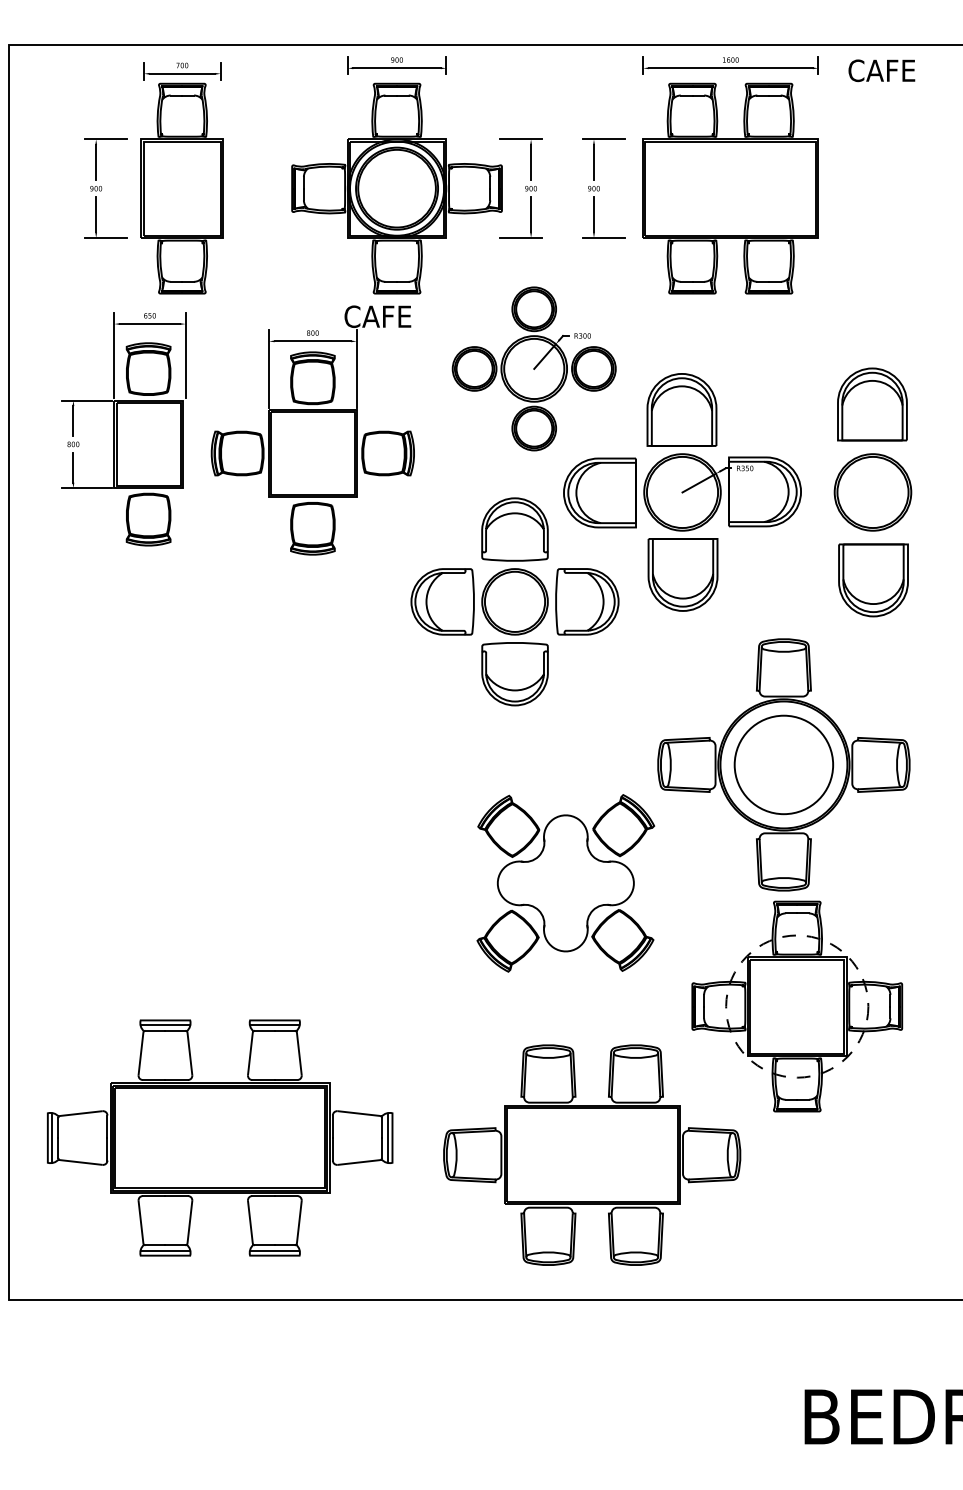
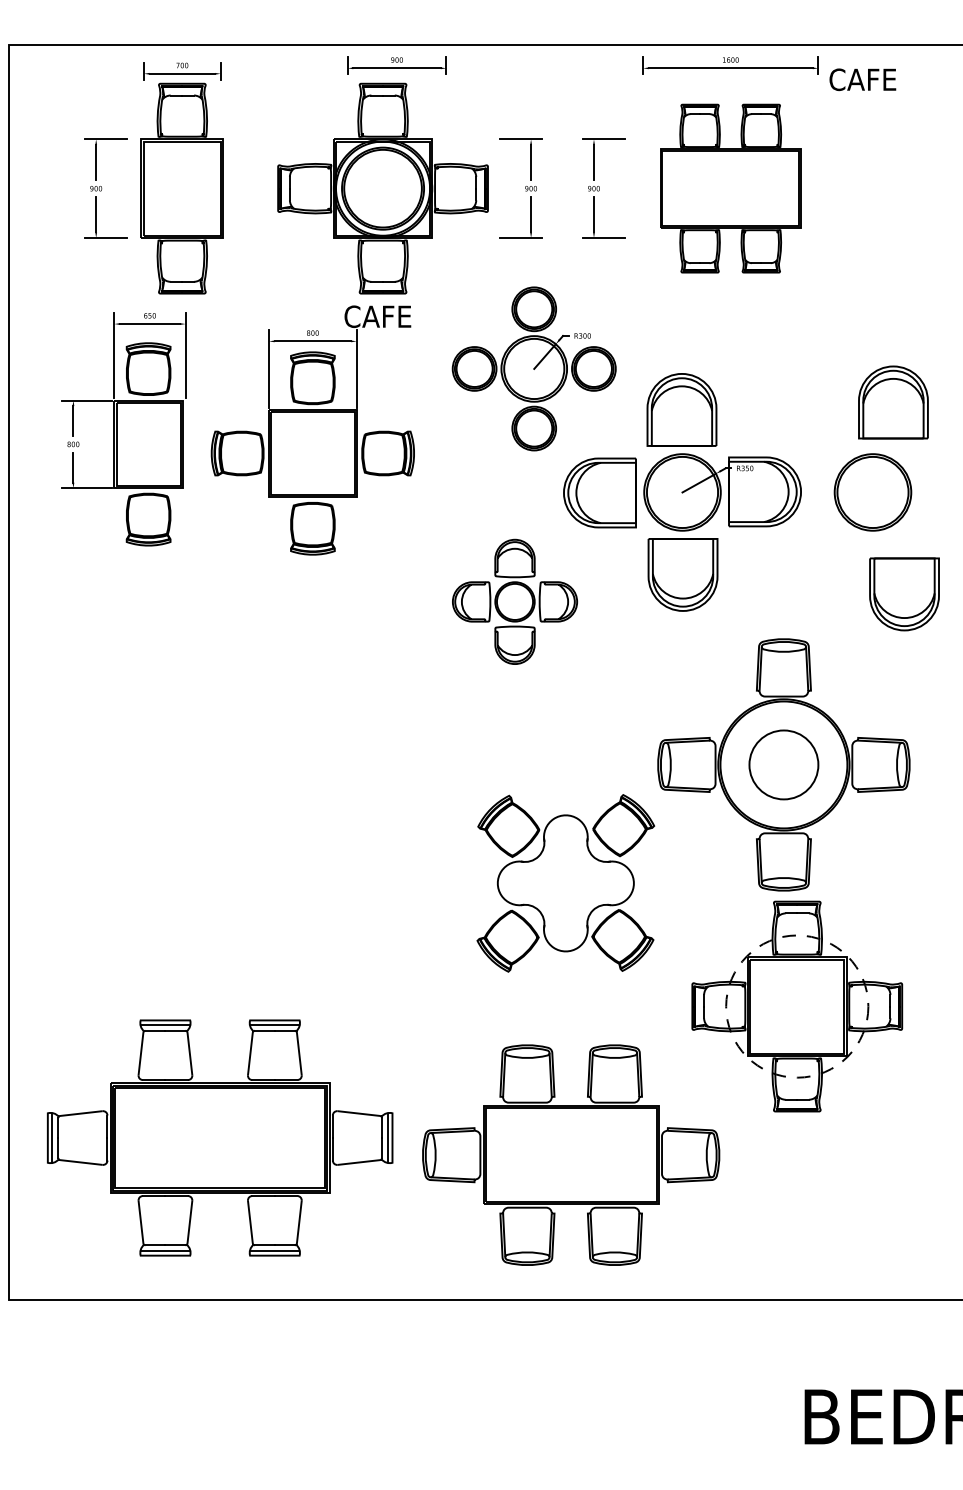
text at (881, 70) position: (881, 70) -> (862, 79)
part at (396, 188) position: (396, 188) -> (382, 188)
part at (730, 188) size: 177x213 px -> 142x171 px
part at (872, 404) position: (872, 404) -> (893, 402)
part at (873, 580) position: (873, 580) -> (904, 594)
part at (514, 601) size: 210x210 px -> 127x127 px
circle at (783, 764) diameter: 98 px -> 69 px
part at (592, 1154) position: (592, 1154) -> (571, 1154)
